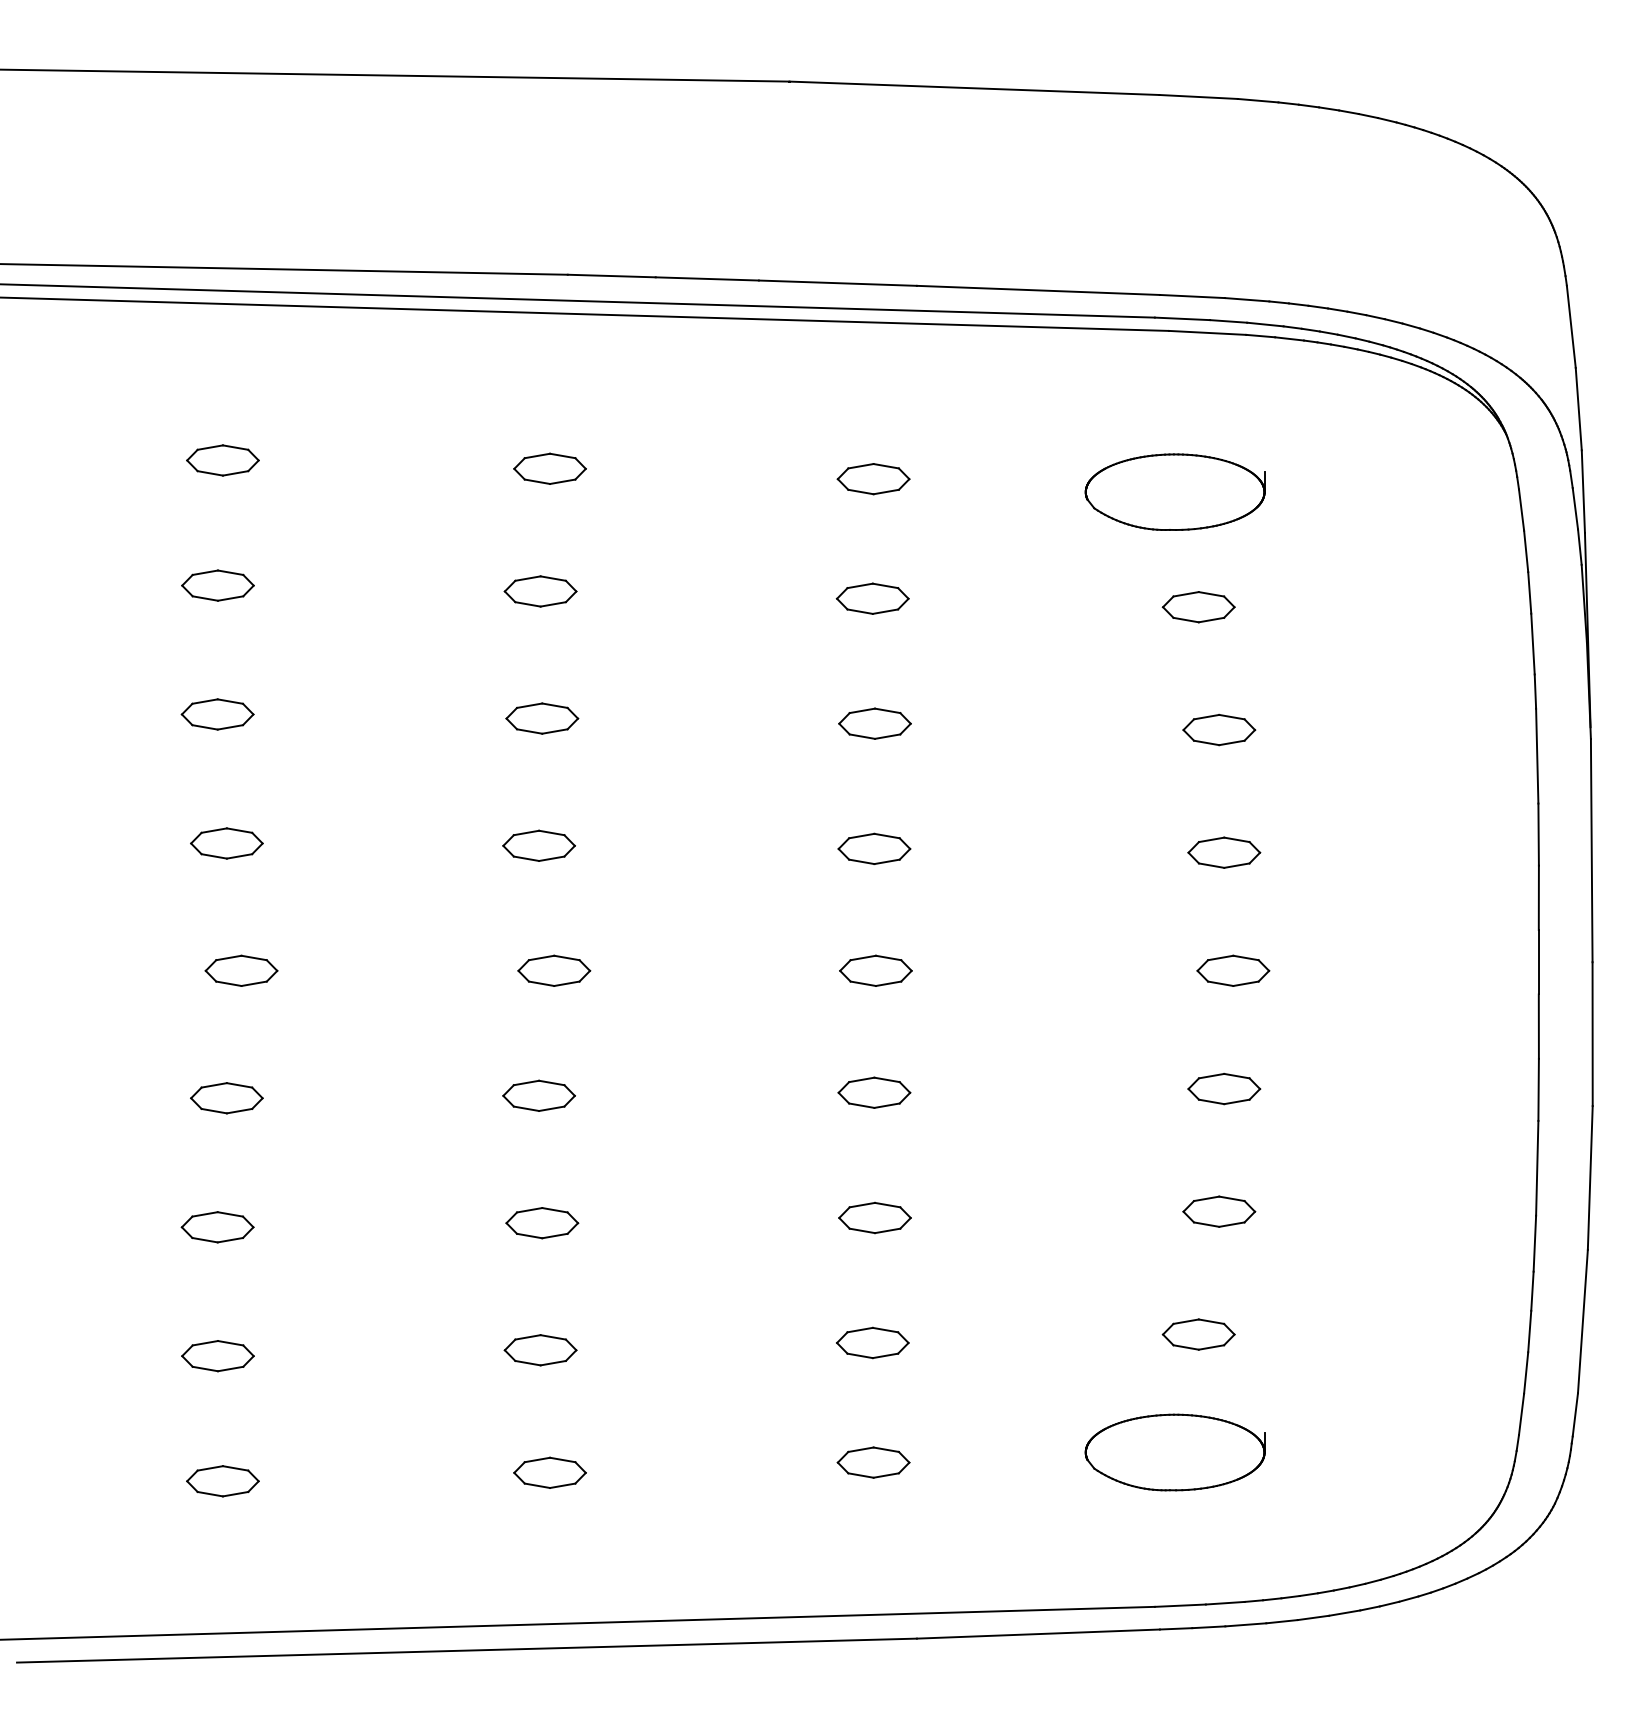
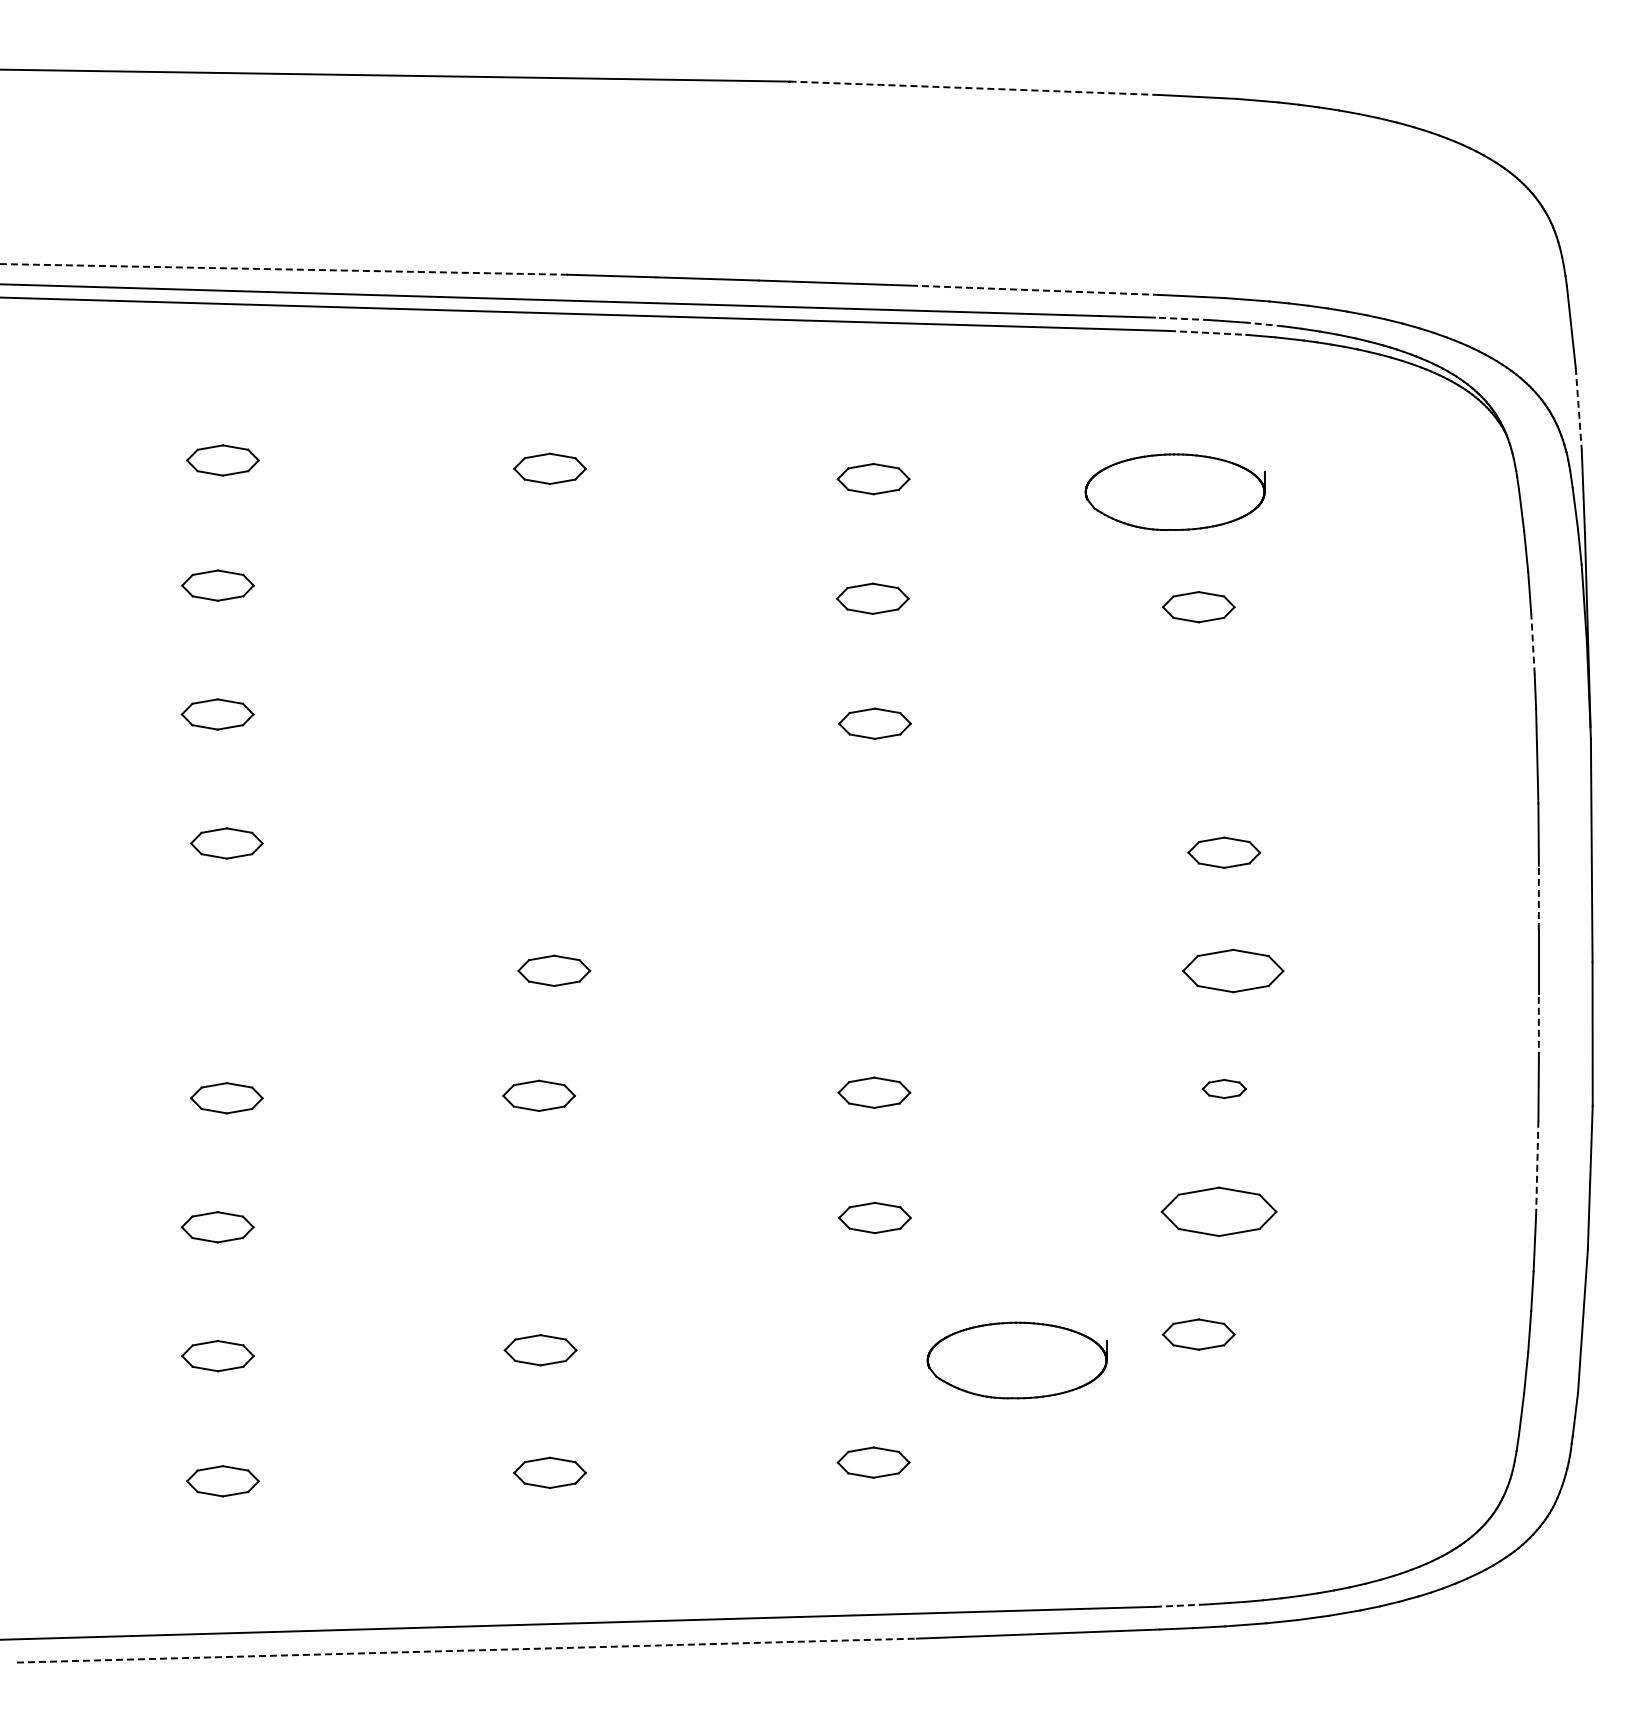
line at (974, 88): solid -> dashed
line at (283, 269): solid -> dashed
line at (1038, 290): solid -> dashed
line at (1182, 318): solid -> dashed
line at (1264, 324): solid -> dashed
line at (1207, 332): solid -> dashed
line at (1578, 409): solid -> dashed
part at (540, 591): present -> none
line at (1532, 643): solid -> dashed
part at (542, 718): present -> none
part at (1219, 729): present -> none
part at (538, 845): present -> none
part at (874, 848): present -> none
line at (1538, 897): solid -> dashed
part at (241, 970): present -> none
part at (875, 970): present -> none
part at (1233, 970) size: 75x33 px -> 103x46 px
line at (1538, 1026): solid -> dashed
part at (1224, 1088) size: 75x34 px -> 46x21 px
line at (1537, 1167): solid -> dashed
part at (1219, 1211) size: 75x33 px -> 118x51 px
part at (542, 1223): present -> none
part at (872, 1342): present -> none
part at (1174, 1452) position: (1174, 1452) -> (1016, 1360)
line at (1180, 1605): solid -> dashed
line at (467, 1650): solid -> dashed
